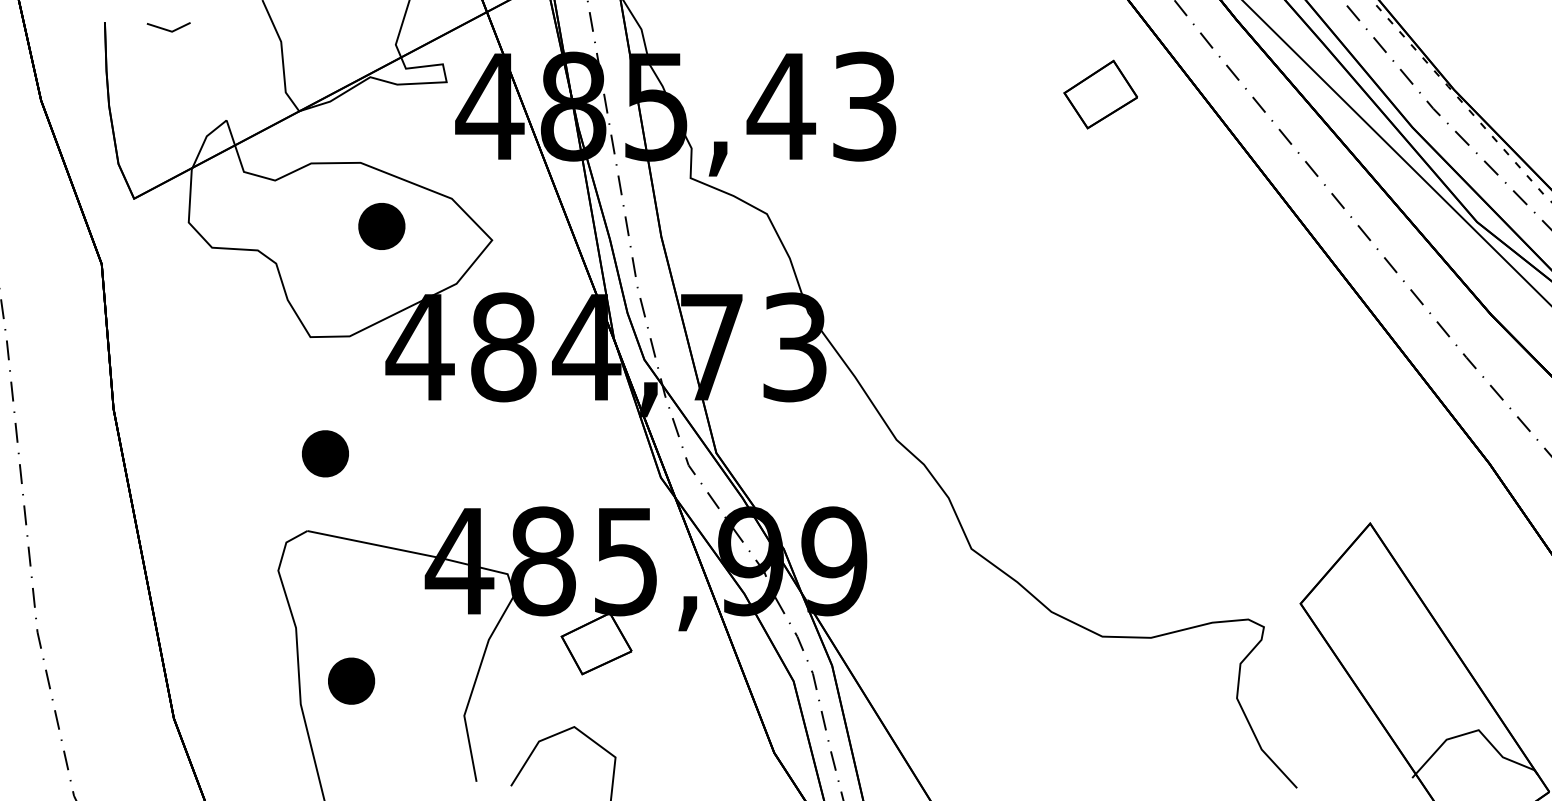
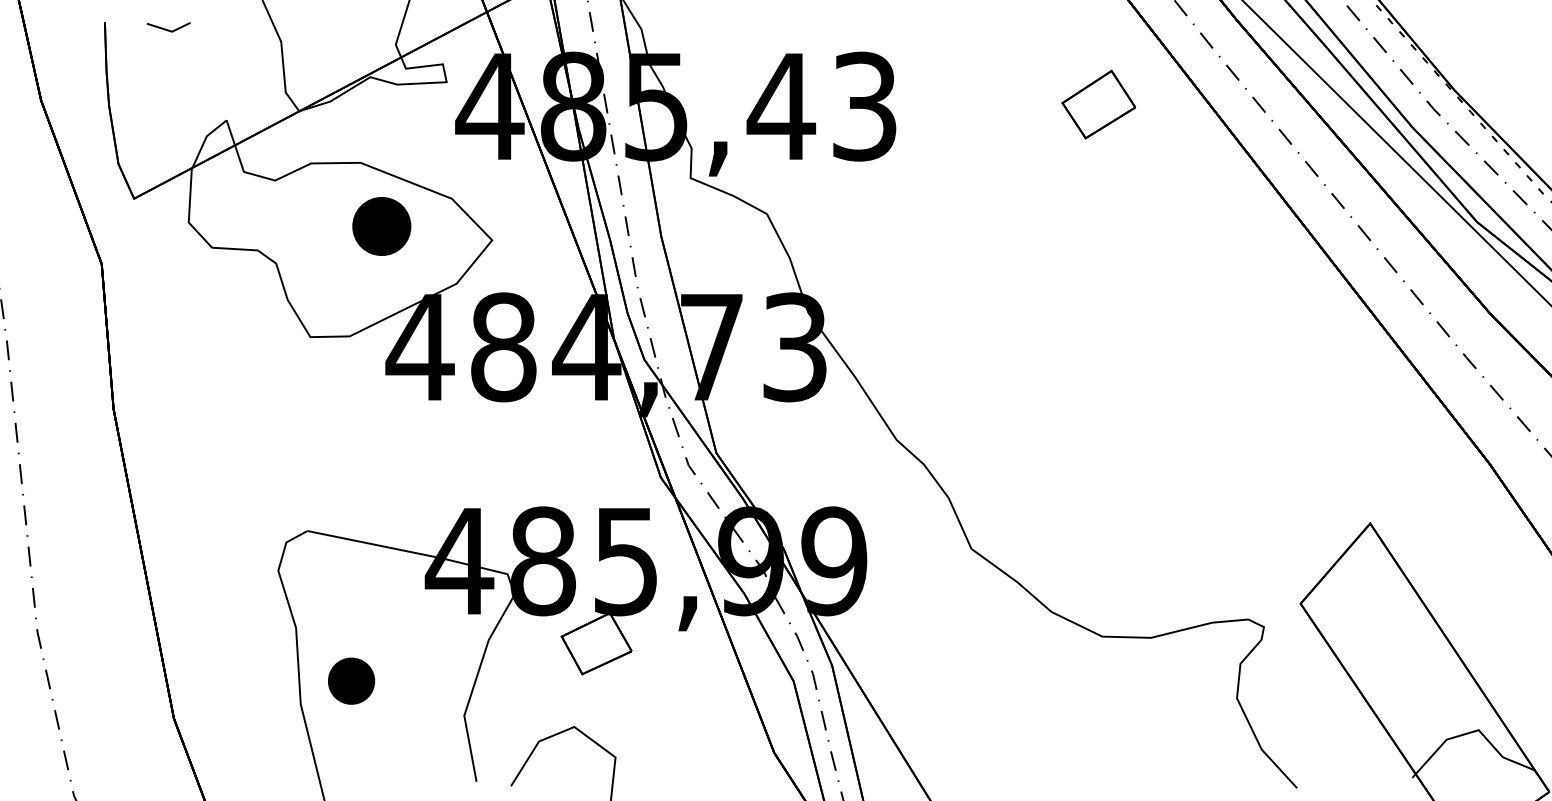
part at (1100, 94) position: (1100, 94) -> (1098, 104)
part at (381, 226) size: 48x47 px -> 60x59 px
part at (325, 453): present -> none
